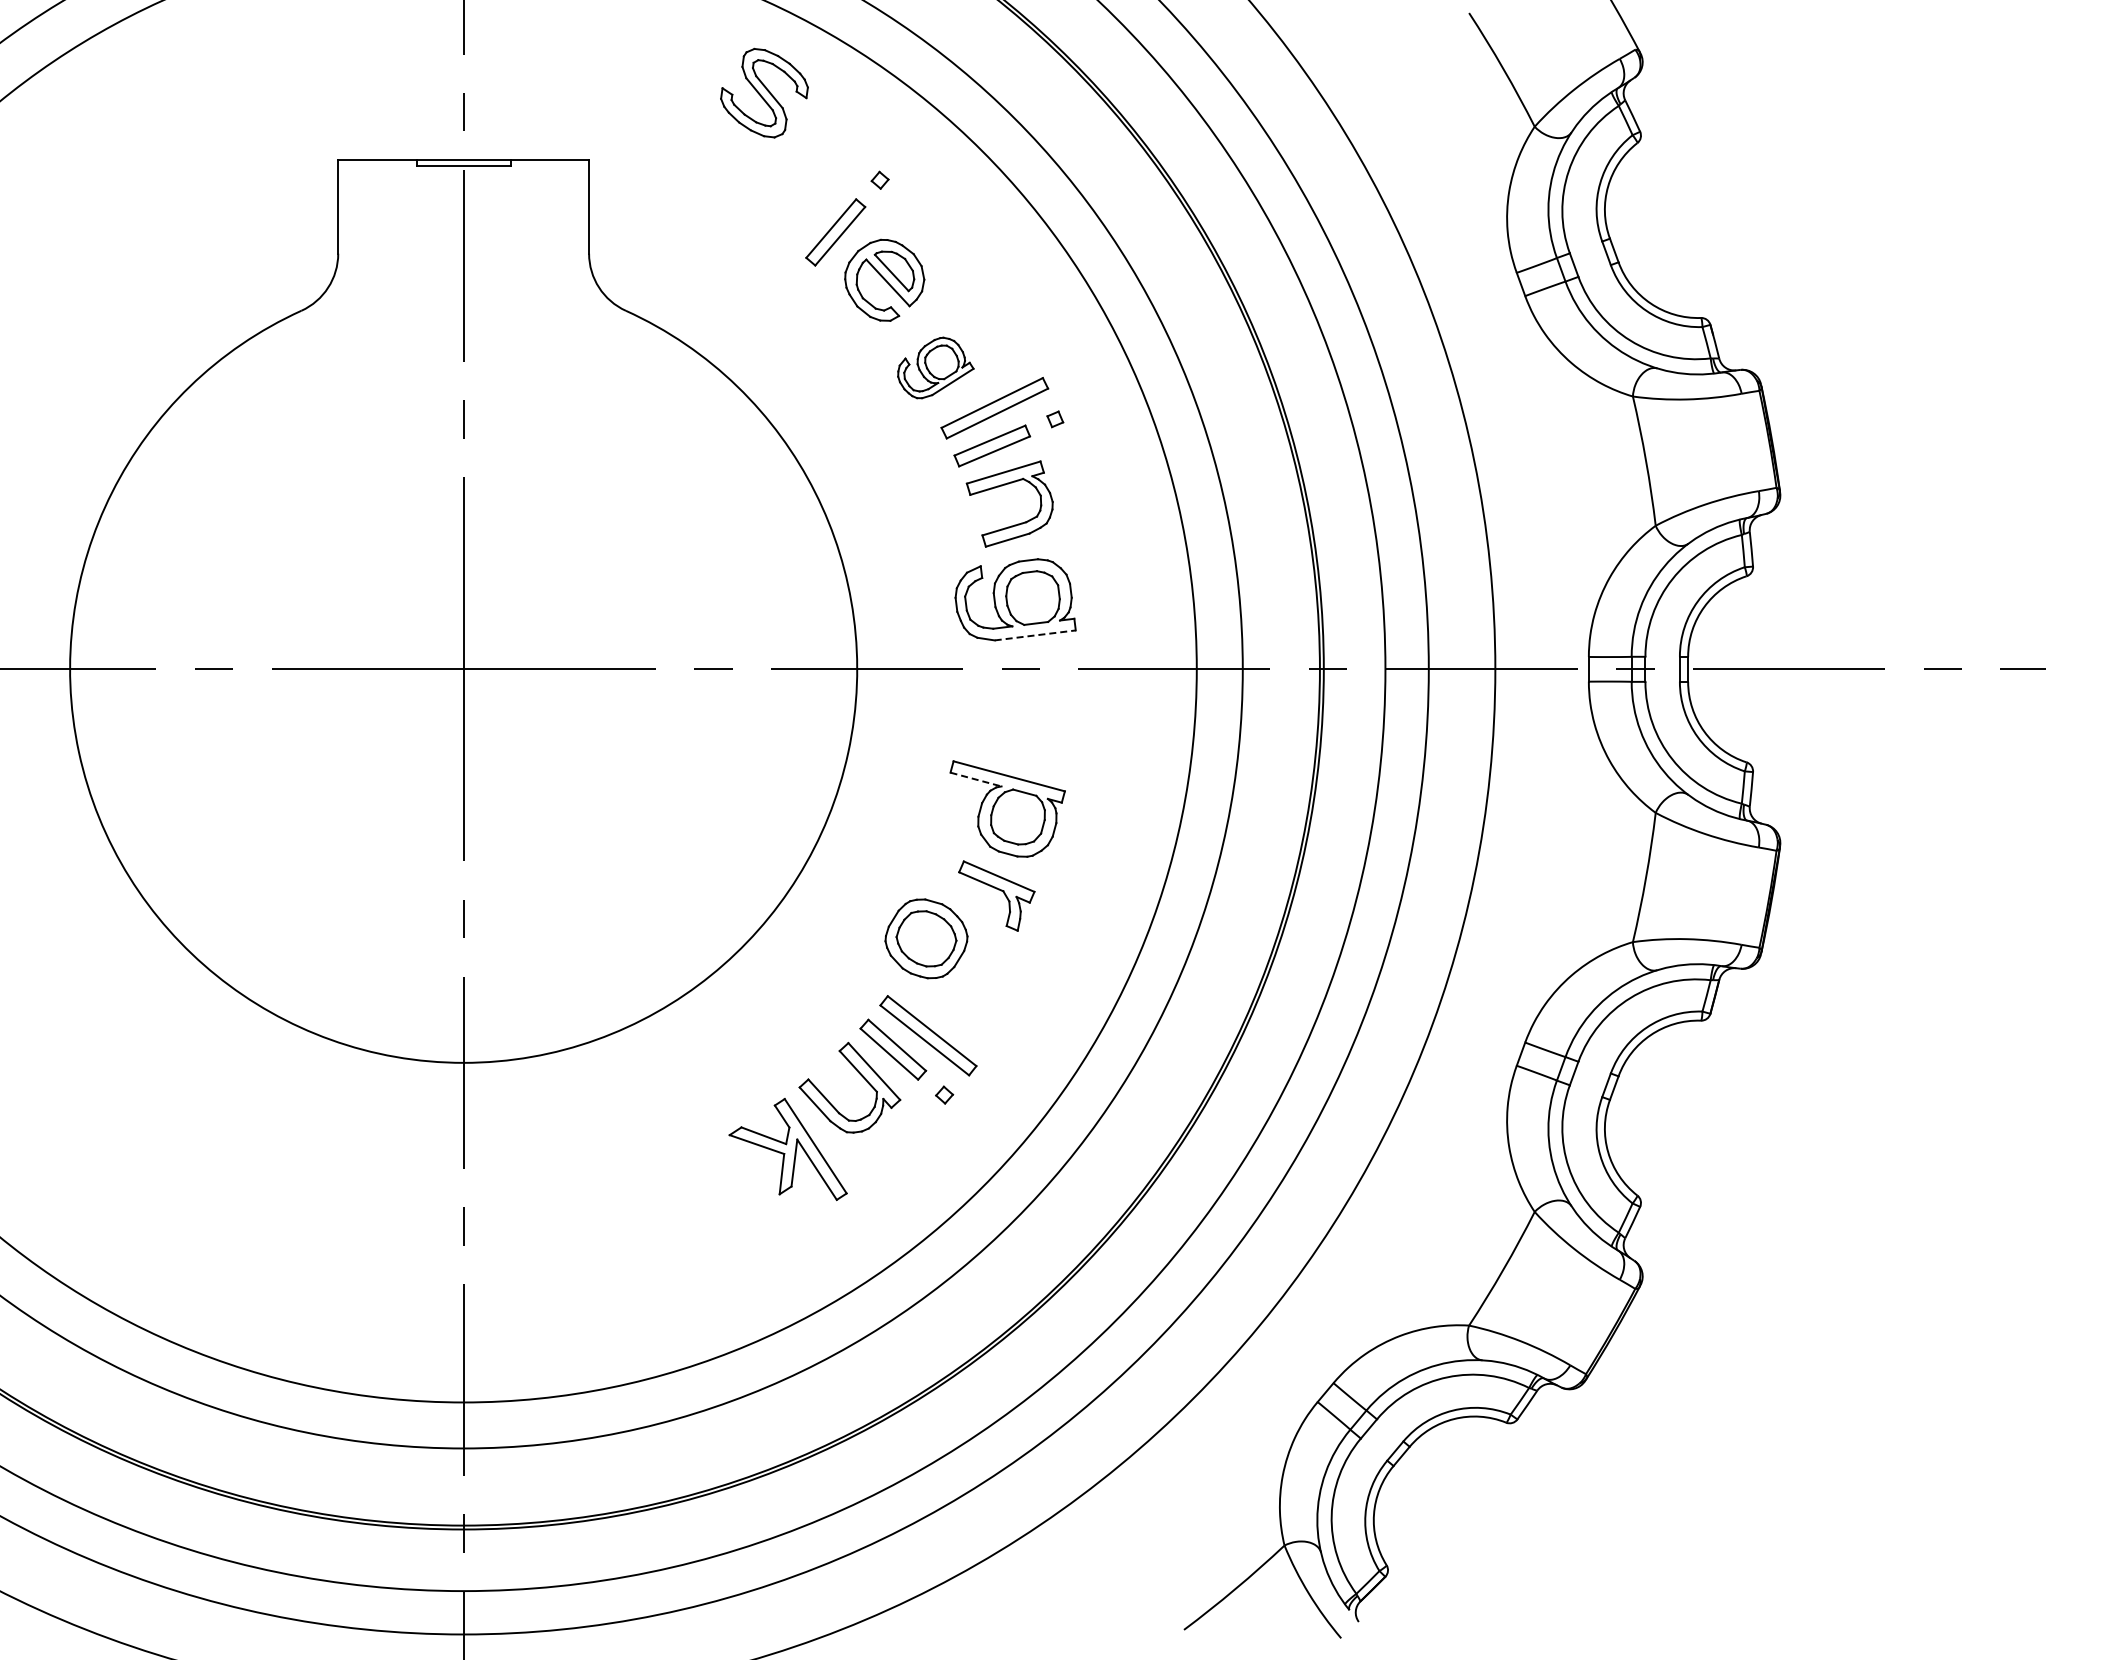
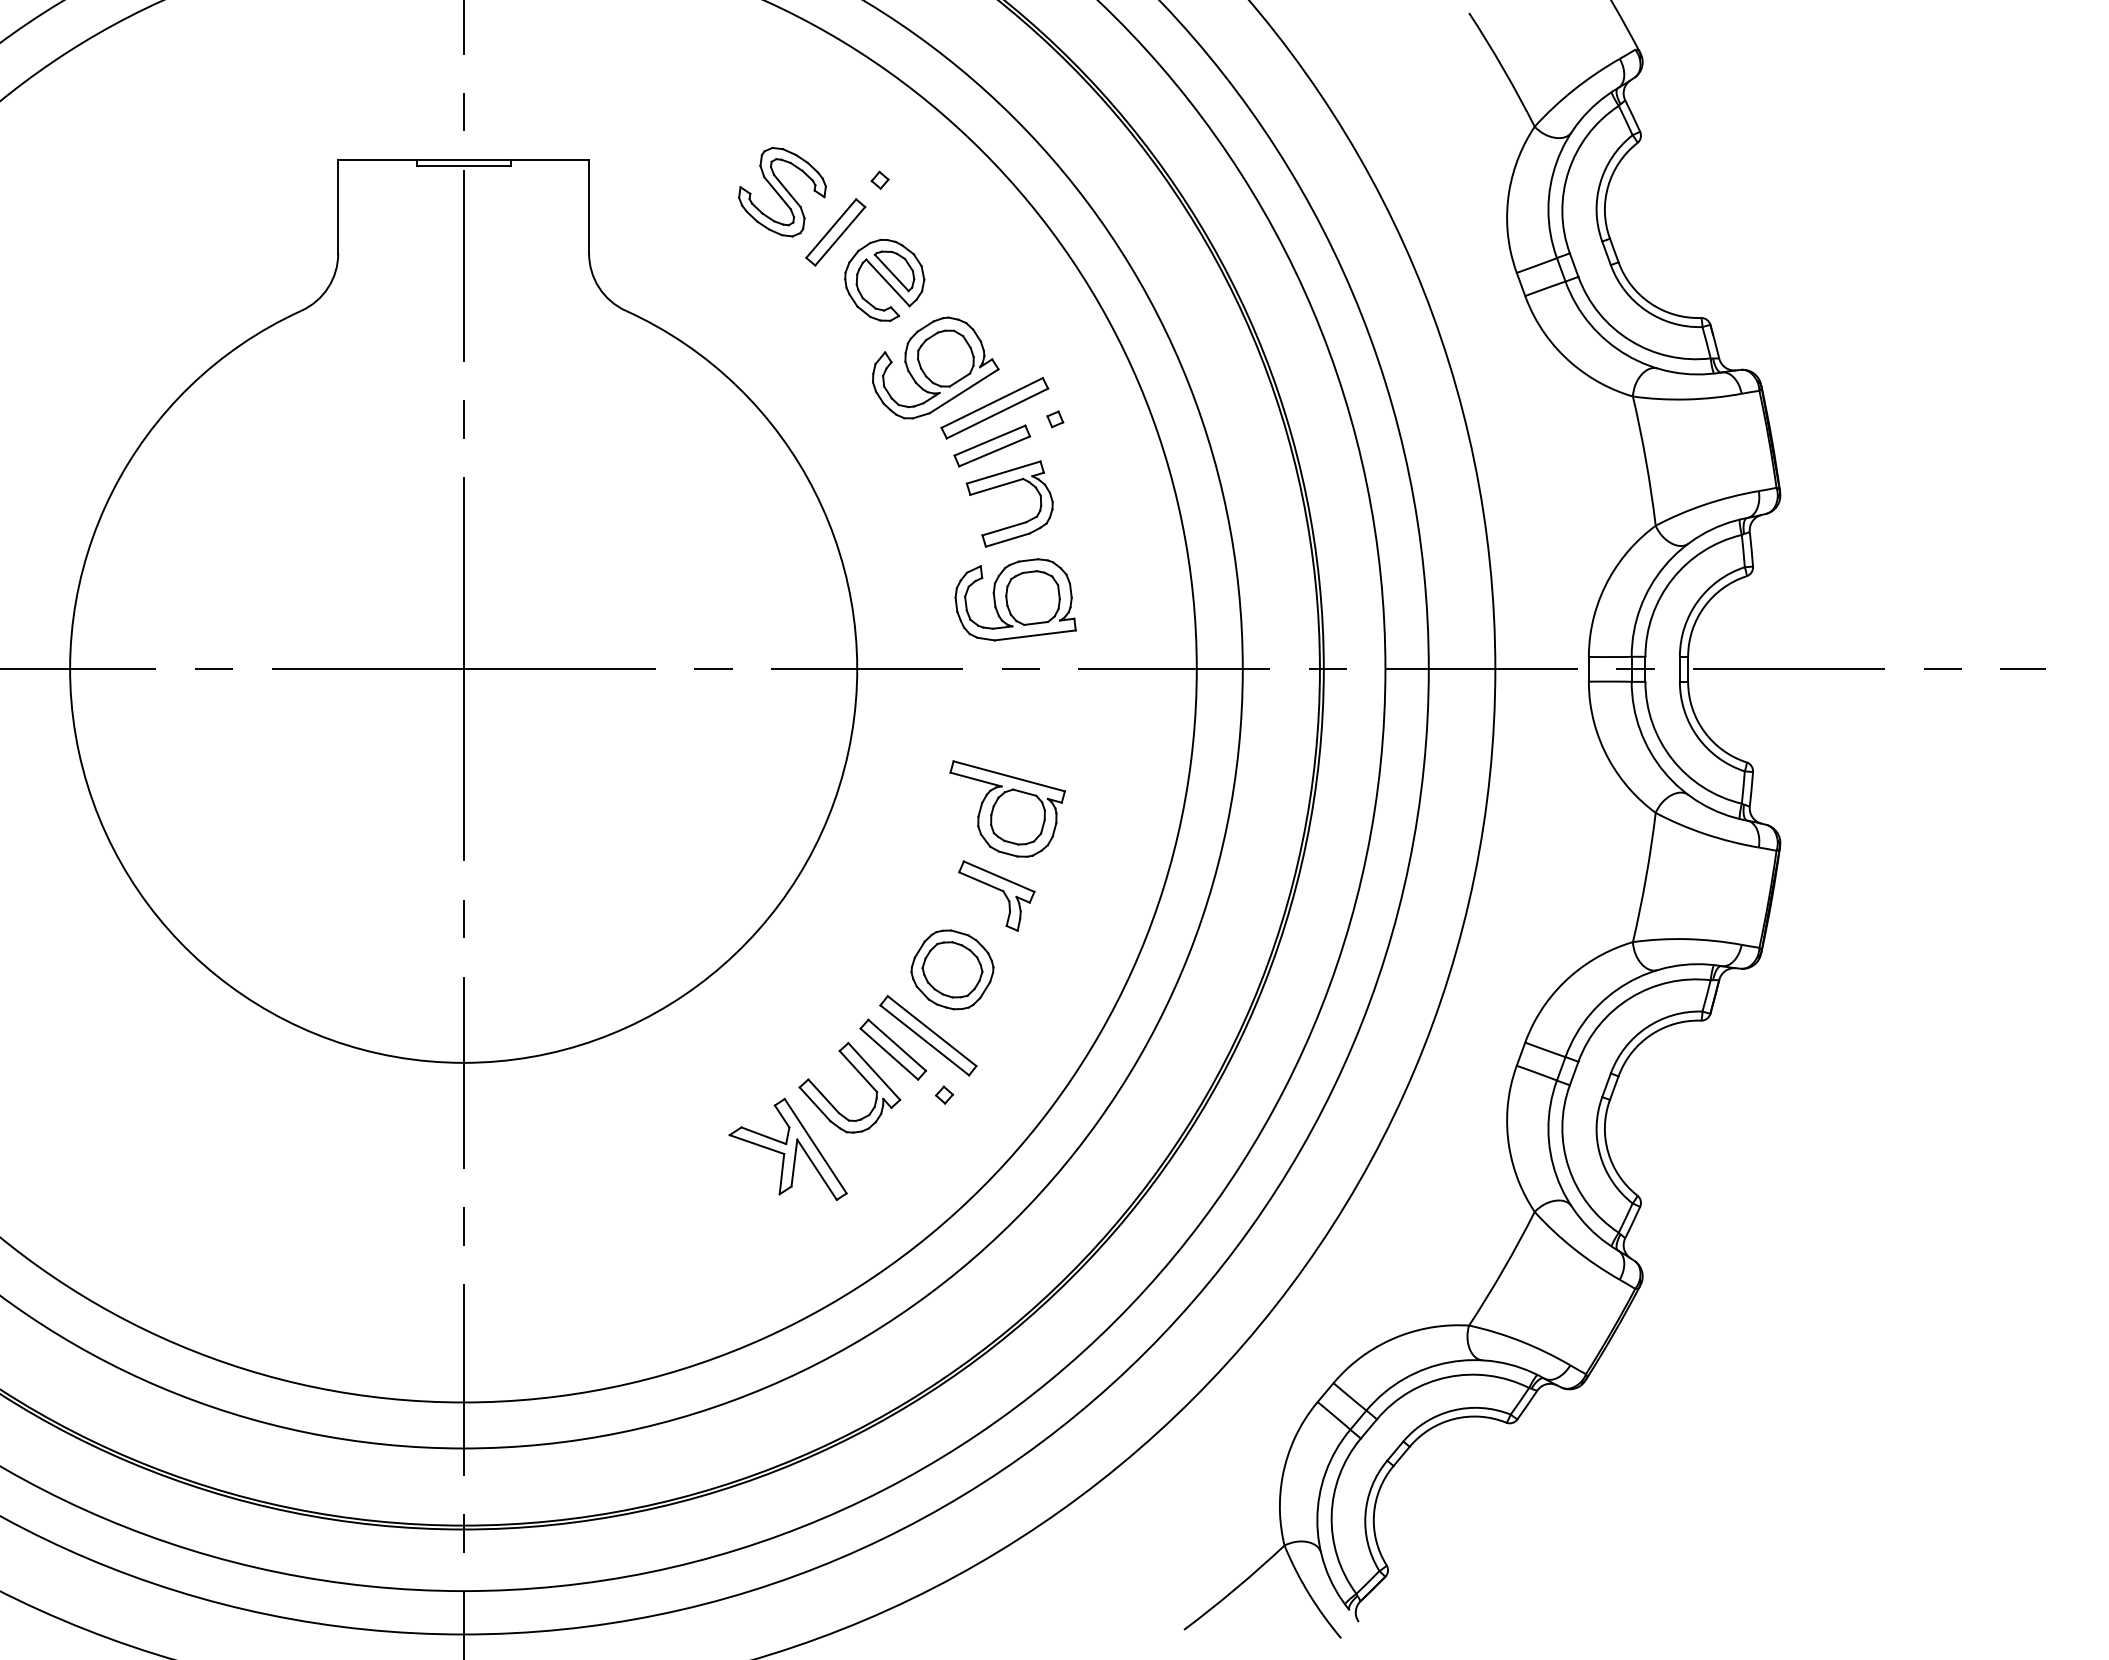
part at (764, 92) position: (764, 92) -> (782, 191)
part at (935, 367) size: 78x64 px -> 128x104 px
line at (1035, 635): dashed -> solid
line at (976, 779): dashed -> solid
part at (926, 938) position: (926, 938) -> (952, 969)
